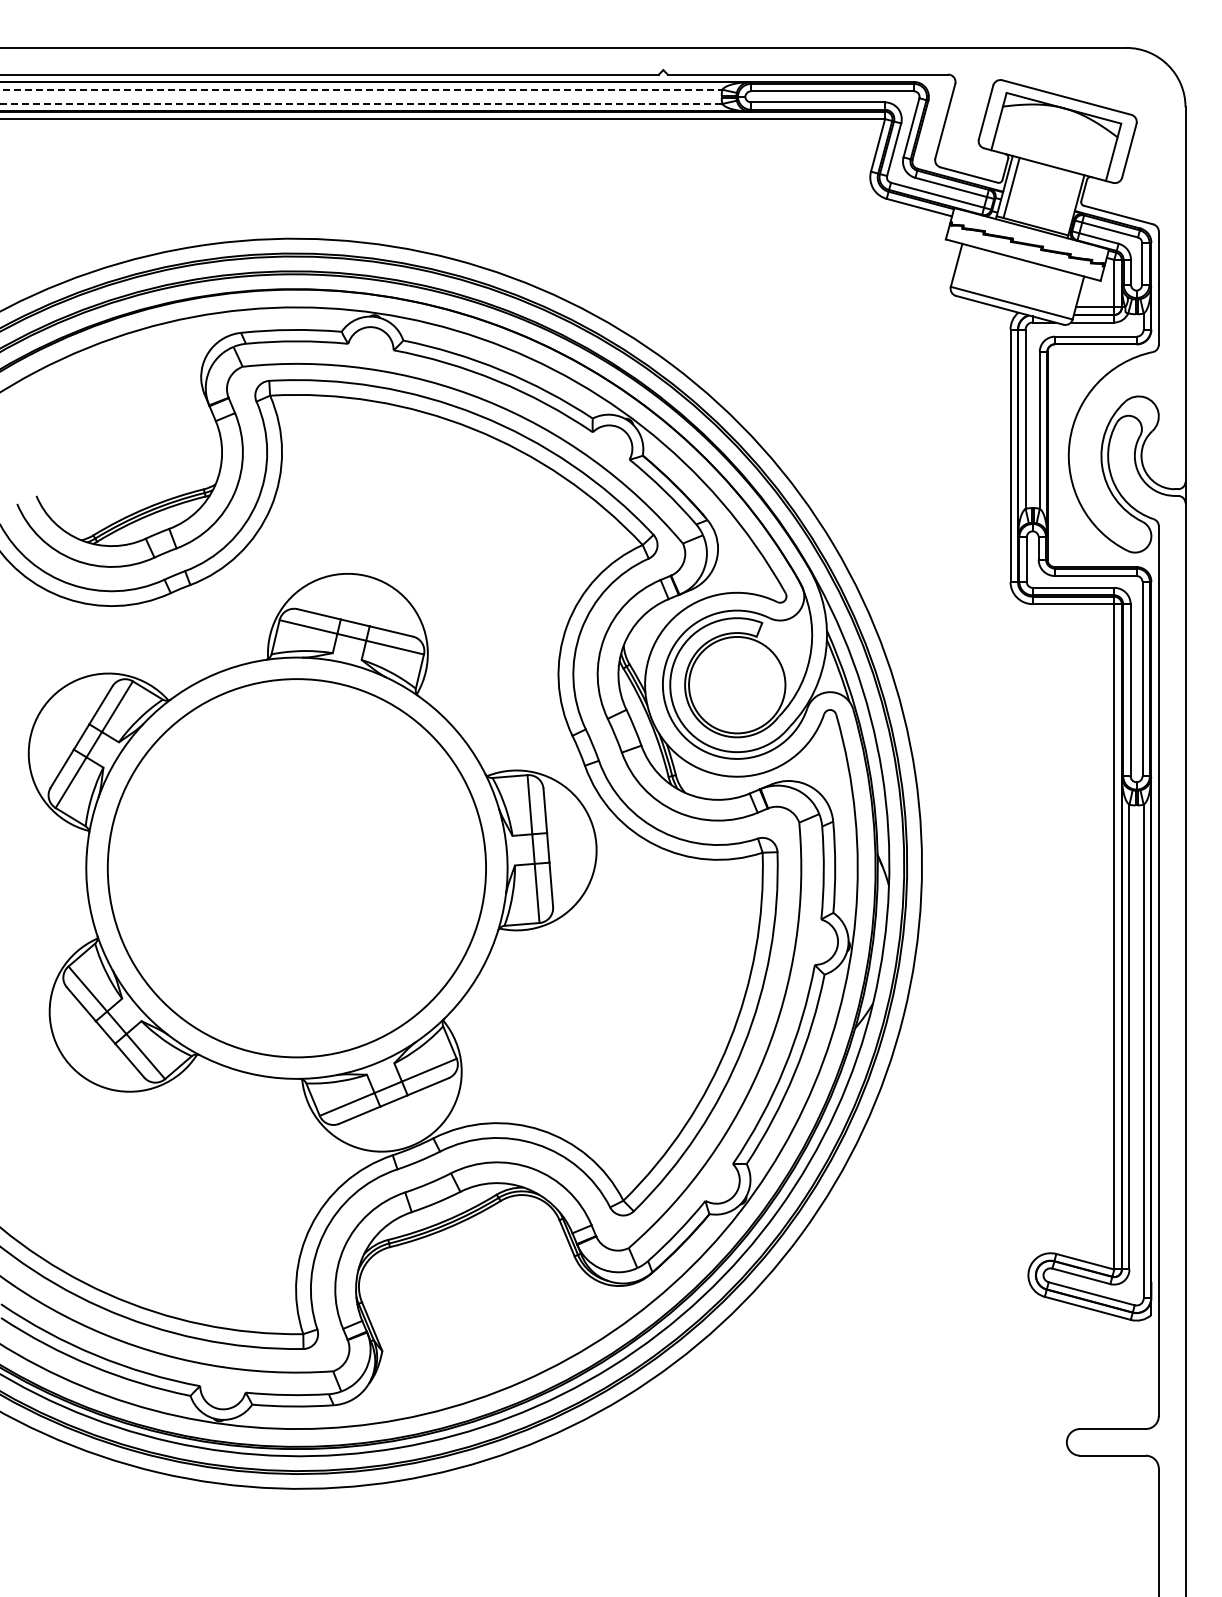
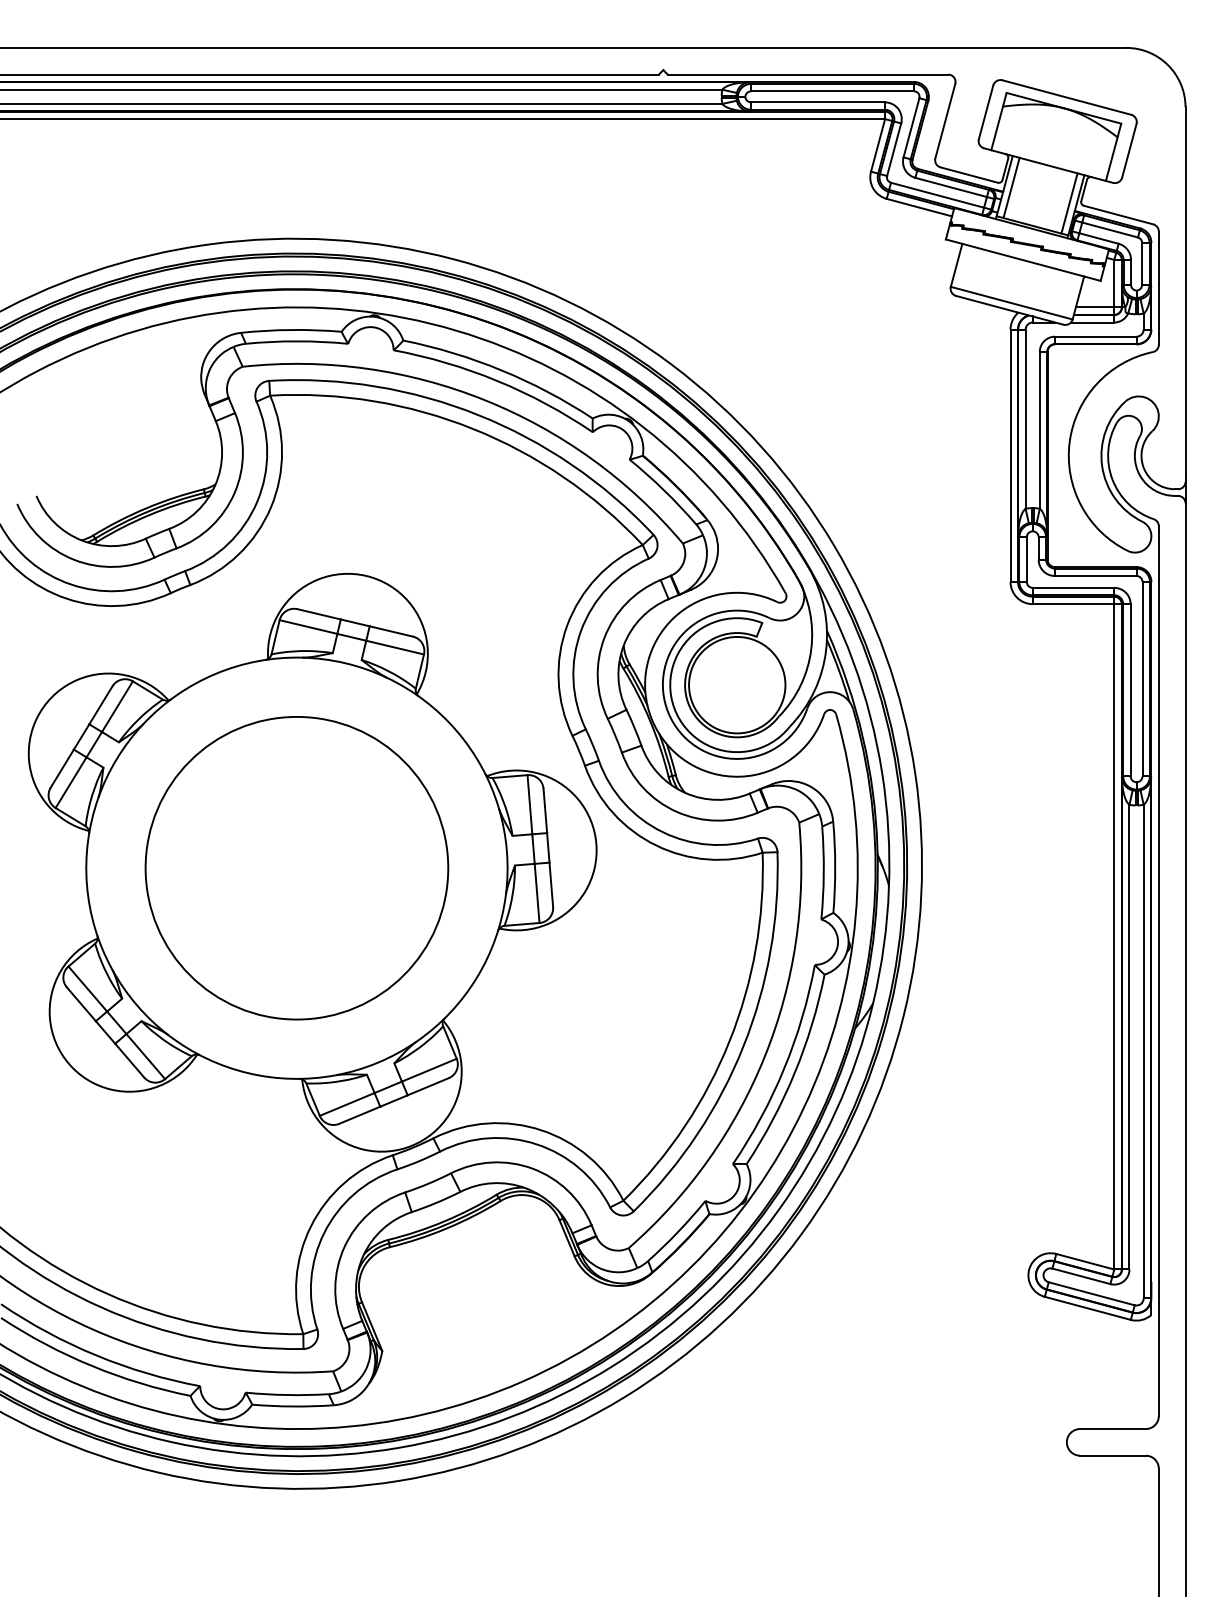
line at (361, 89): dashed -> solid
line at (361, 103): dashed -> solid
line at (1069, 203): none -> present
circle at (296, 868) diameter: 378 px -> 303 px
